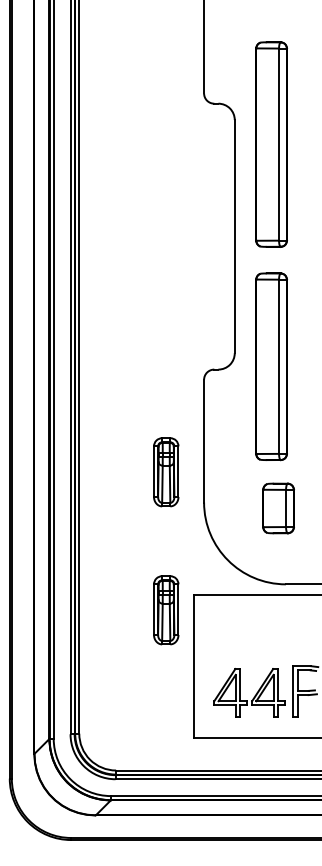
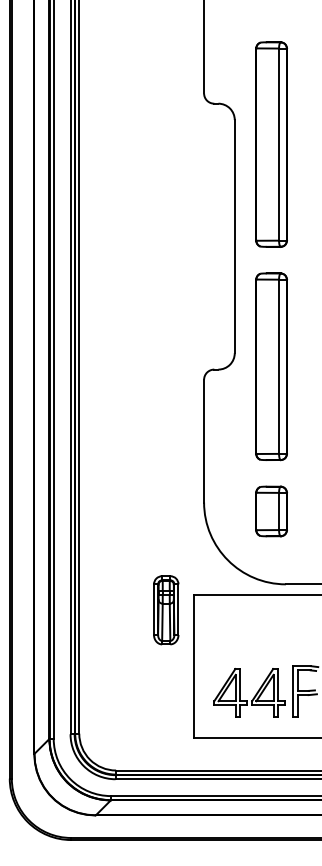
part at (166, 472): present -> none
part at (278, 508) position: (278, 508) -> (271, 511)
